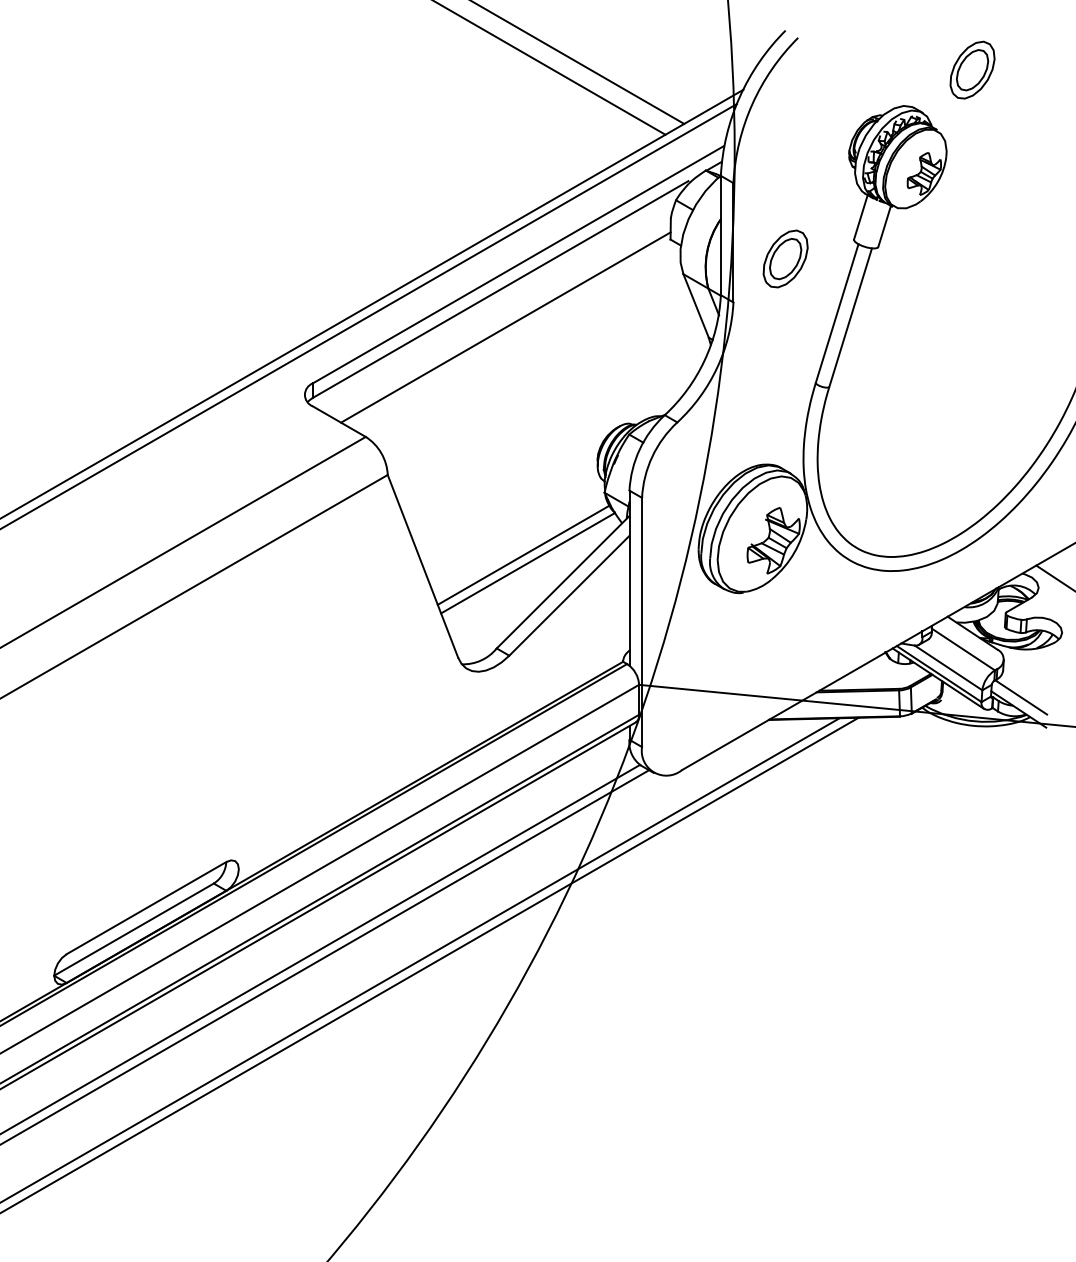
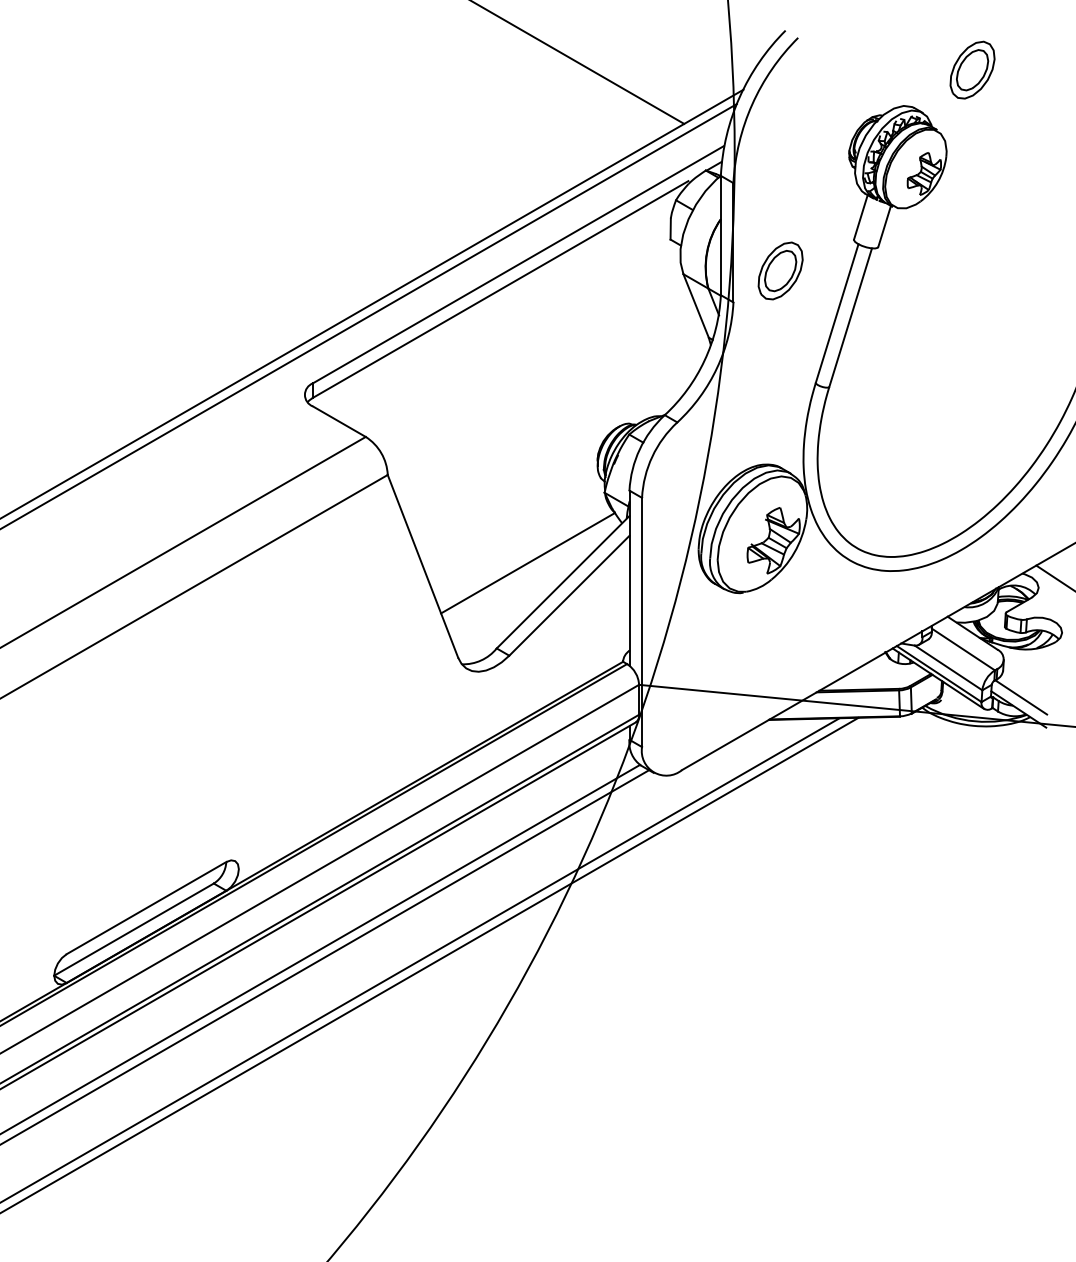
line at (550, 68): present -> none
part at (785, 258) position: (785, 258) -> (780, 270)
line at (505, 327): present -> none
line at (523, 554): present -> none
